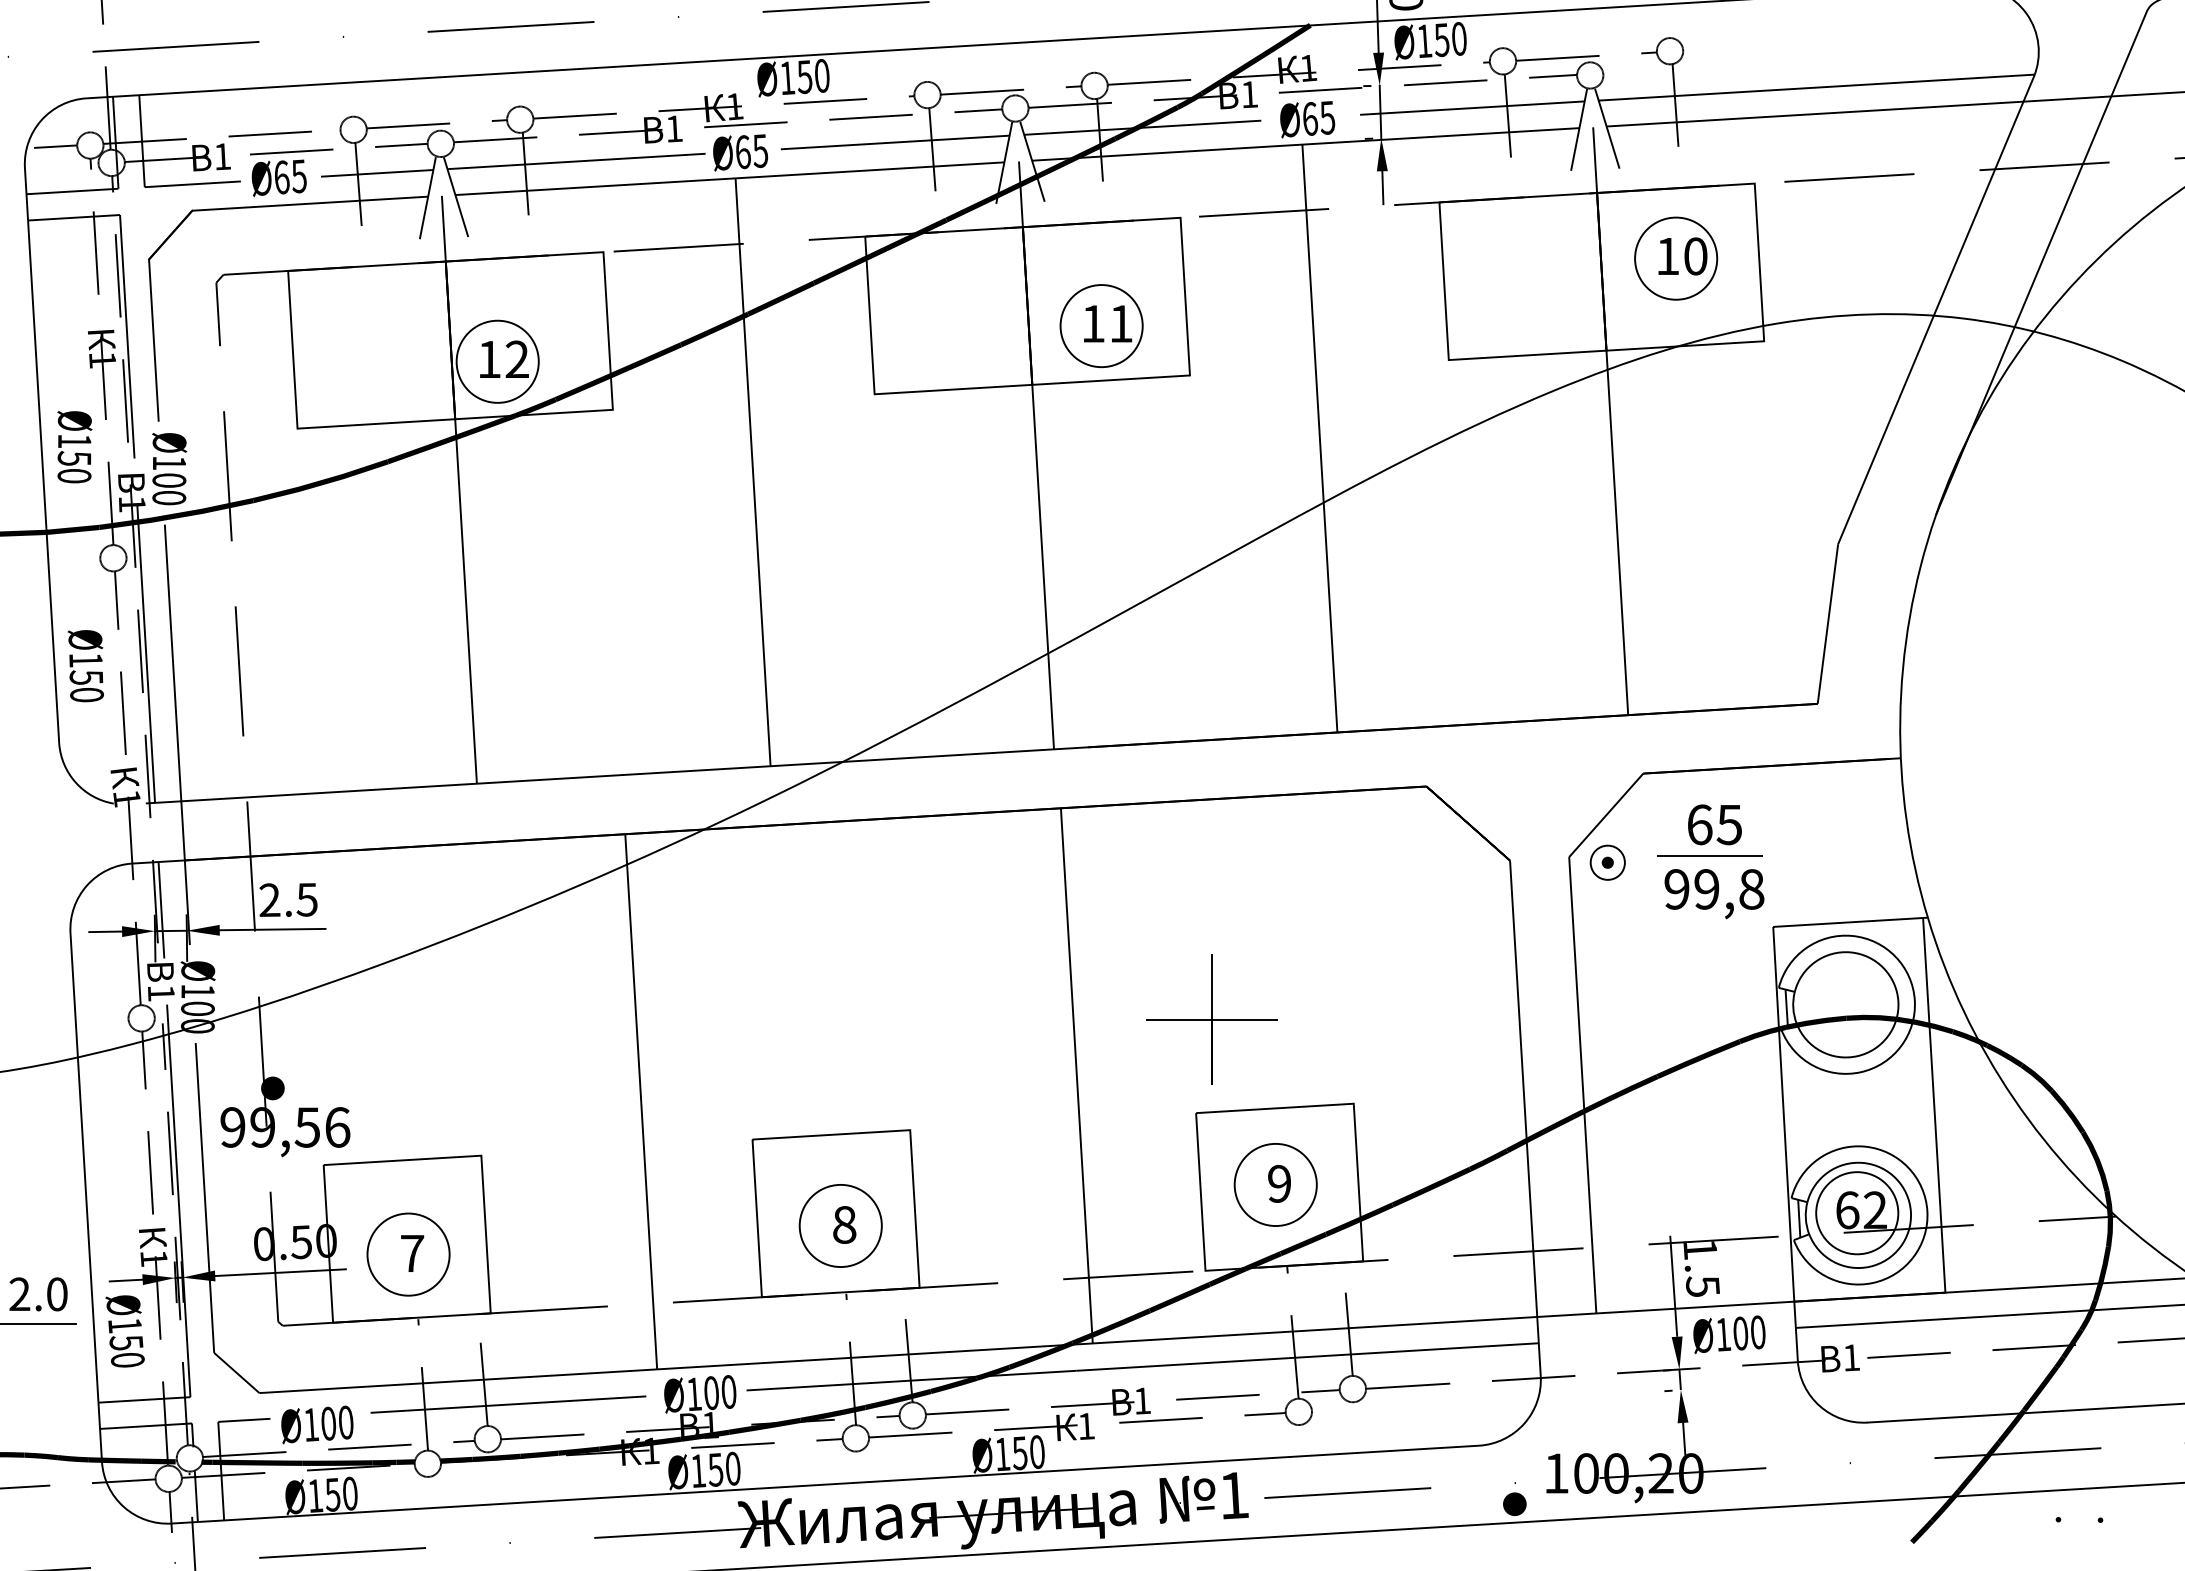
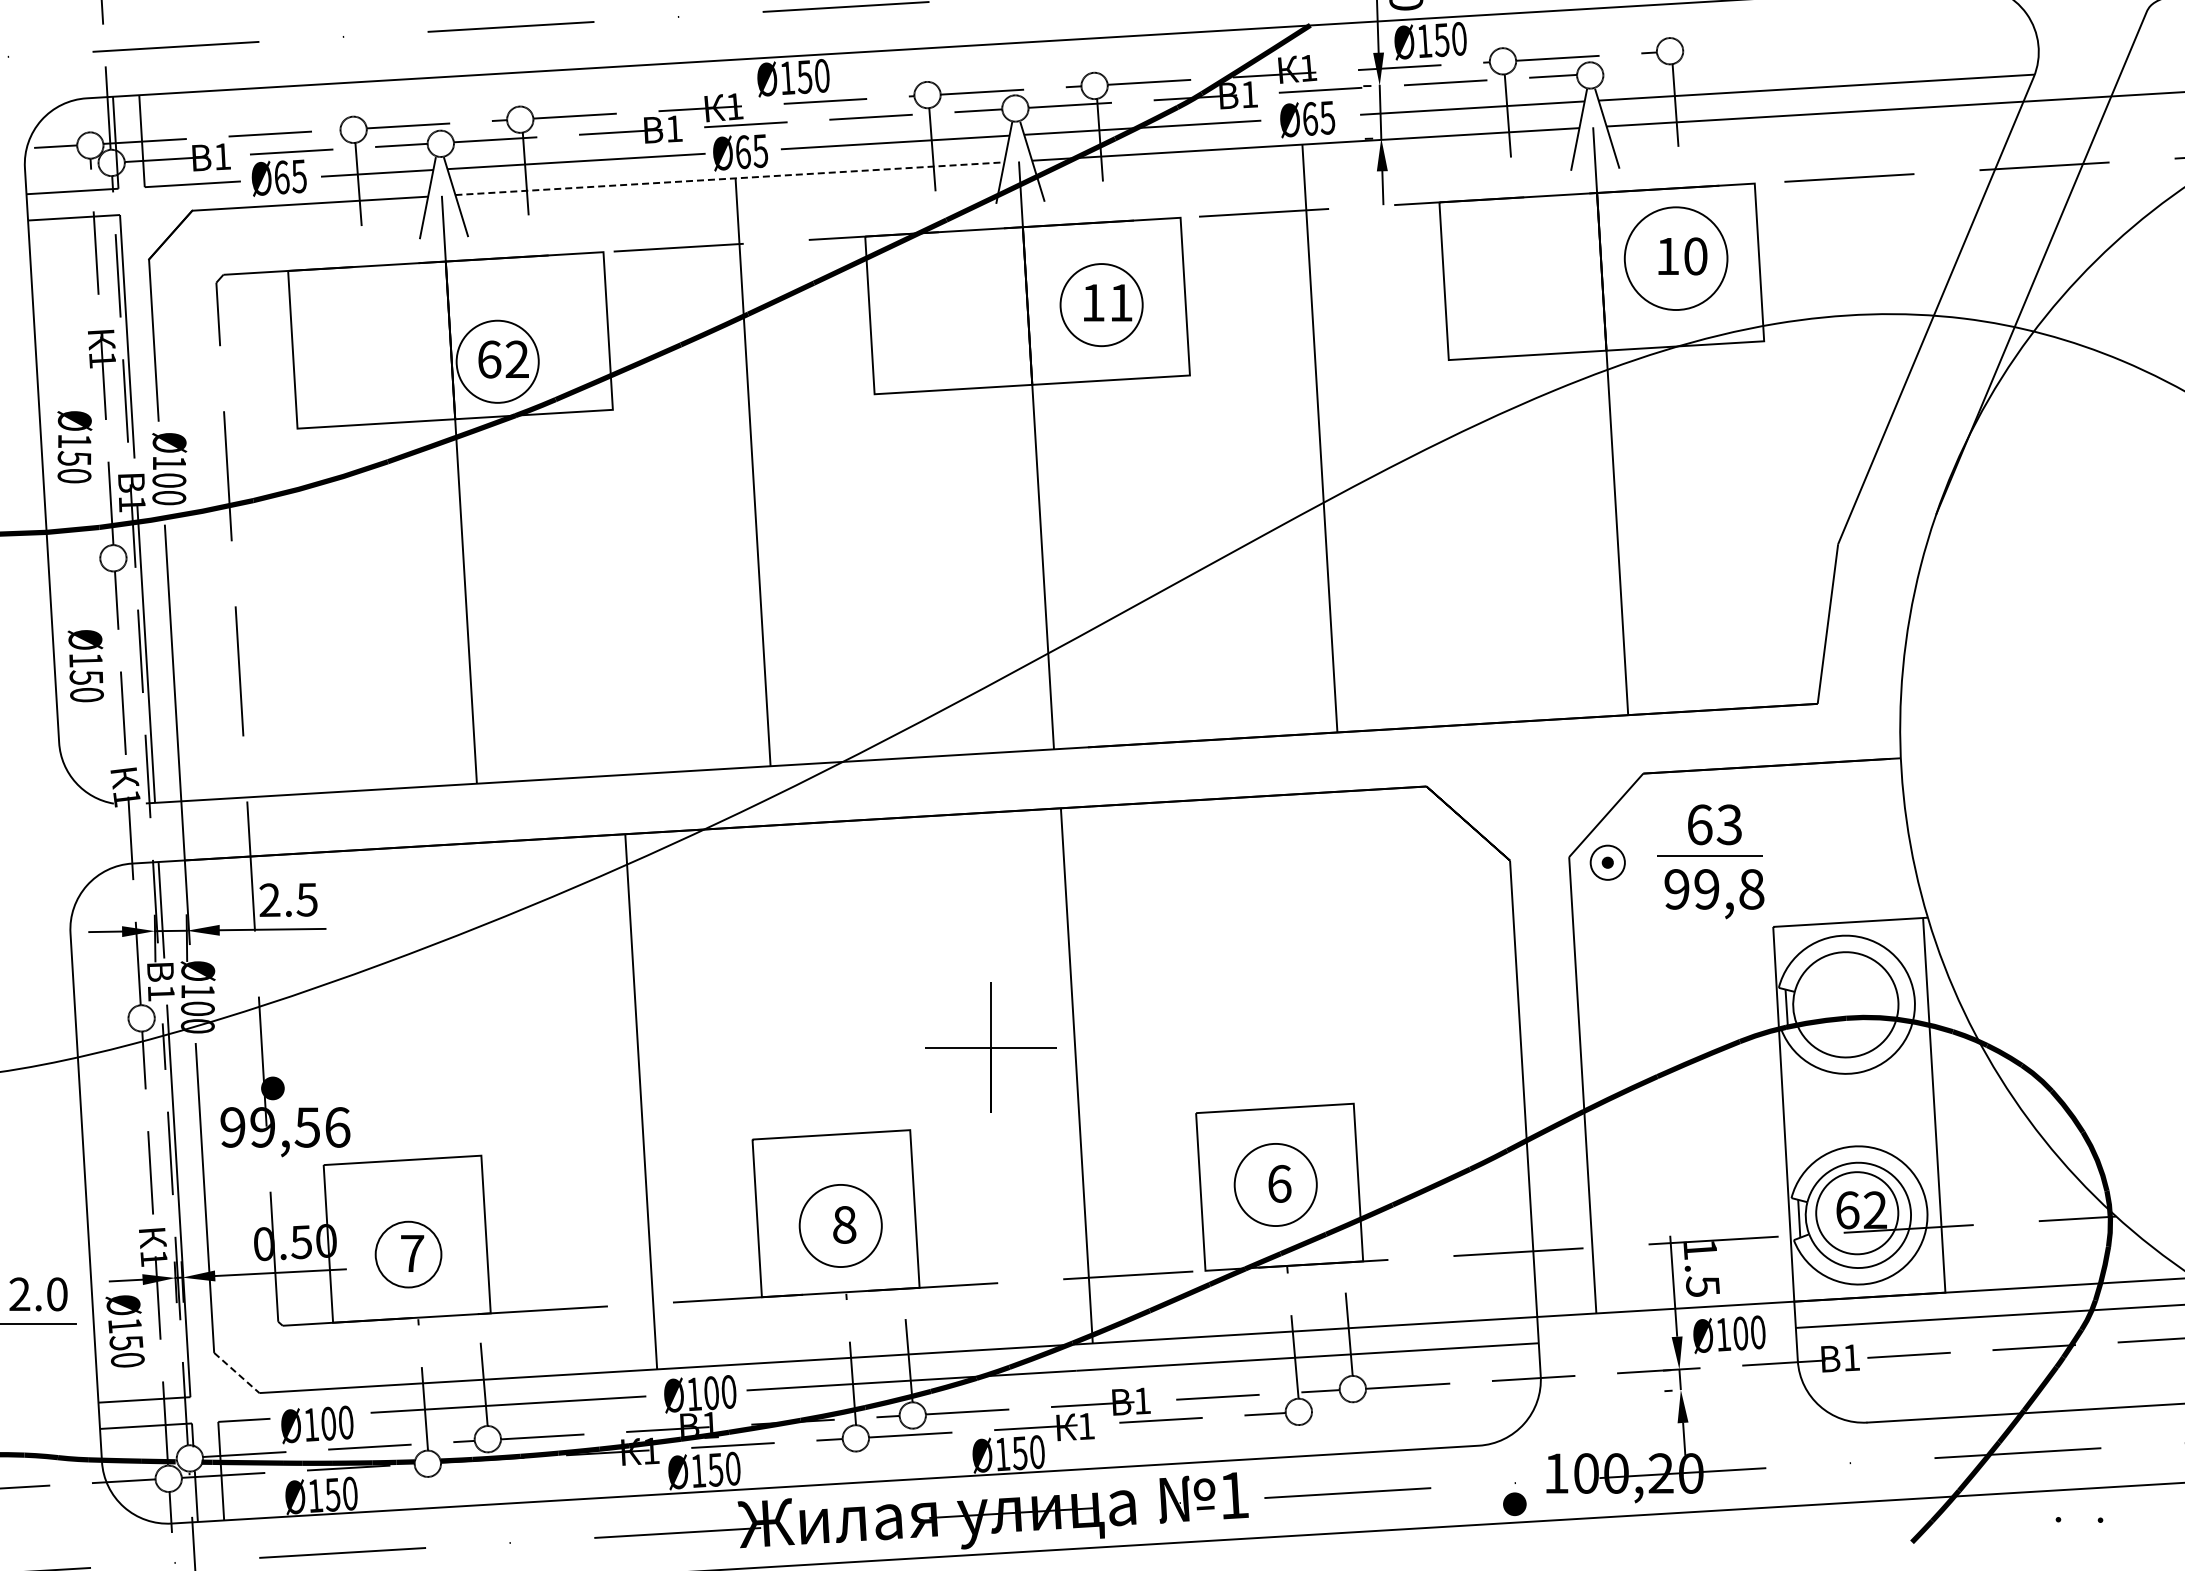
line at (729, 178): solid -> dashed
circle at (1676, 258) diameter: 82 px -> 103 px
part at (1101, 326) position: (1101, 326) -> (1101, 305)
text at (489, 359): 12 -> 62
text at (1728, 824): 65 -> 63
part at (1211, 1019) position: (1211, 1019) -> (990, 1047)
text at (1279, 1183): 9 -> 6
circle at (408, 1254) diameter: 82 px -> 66 px
line at (237, 1373): solid -> dashed
